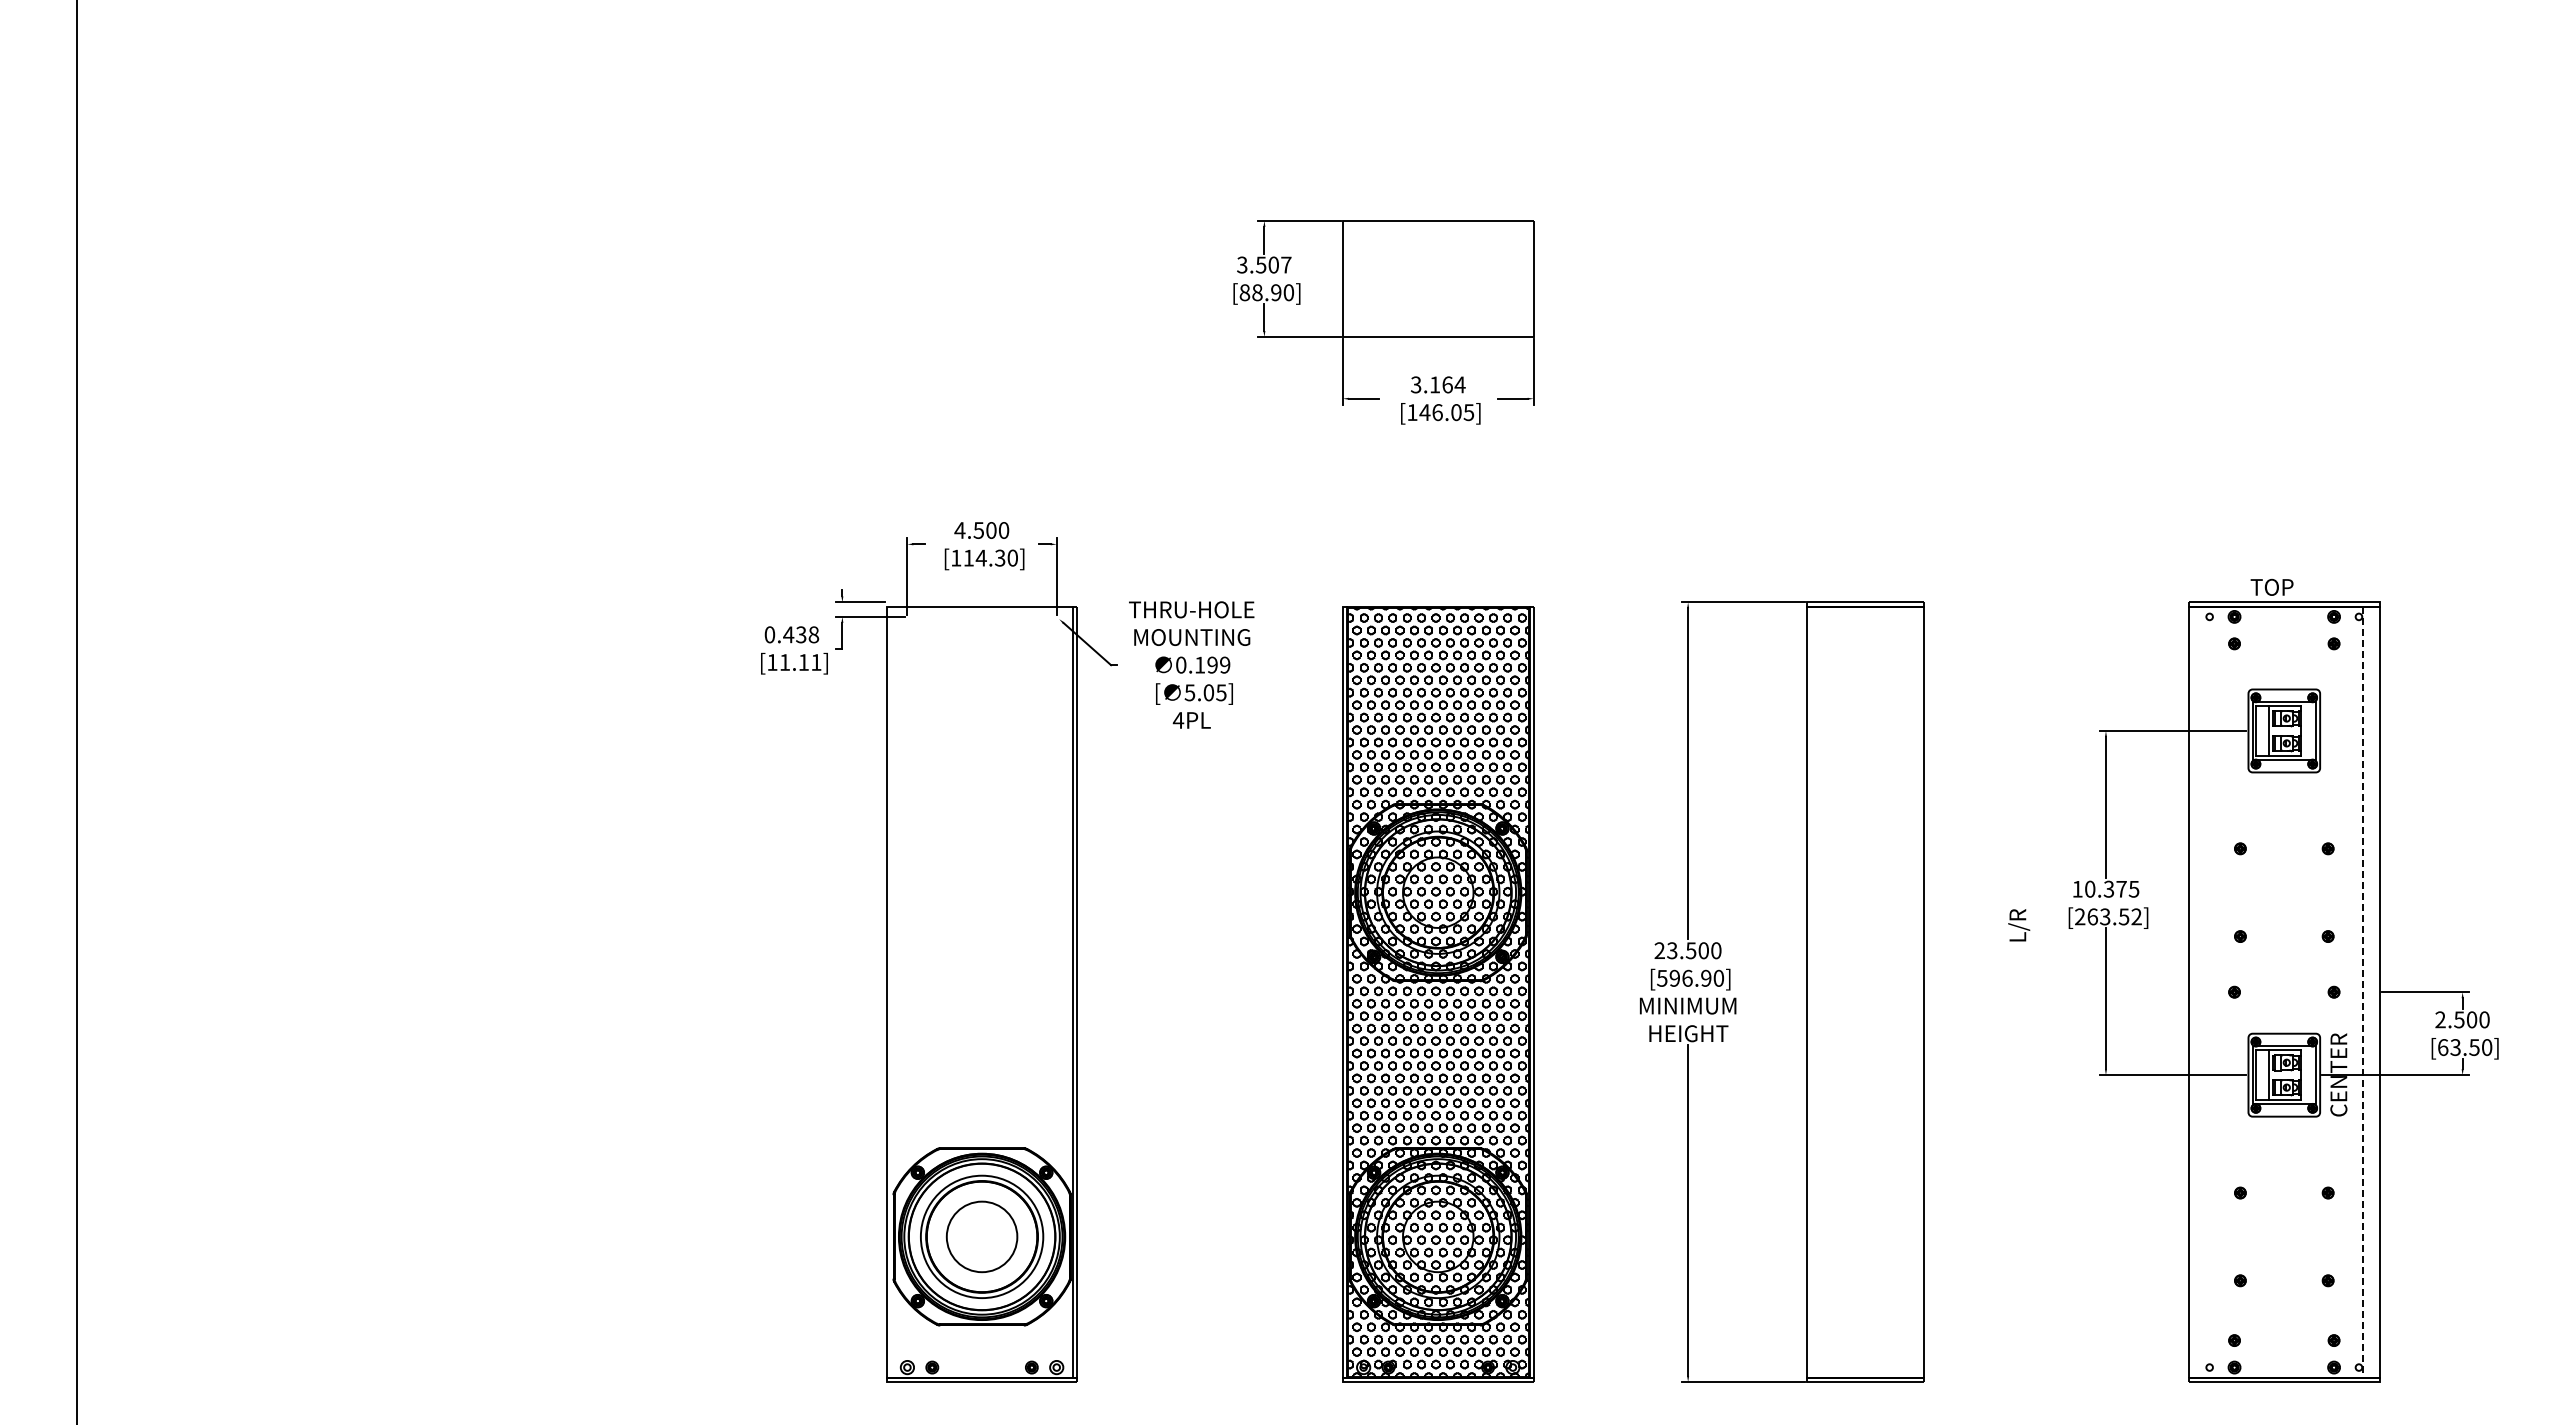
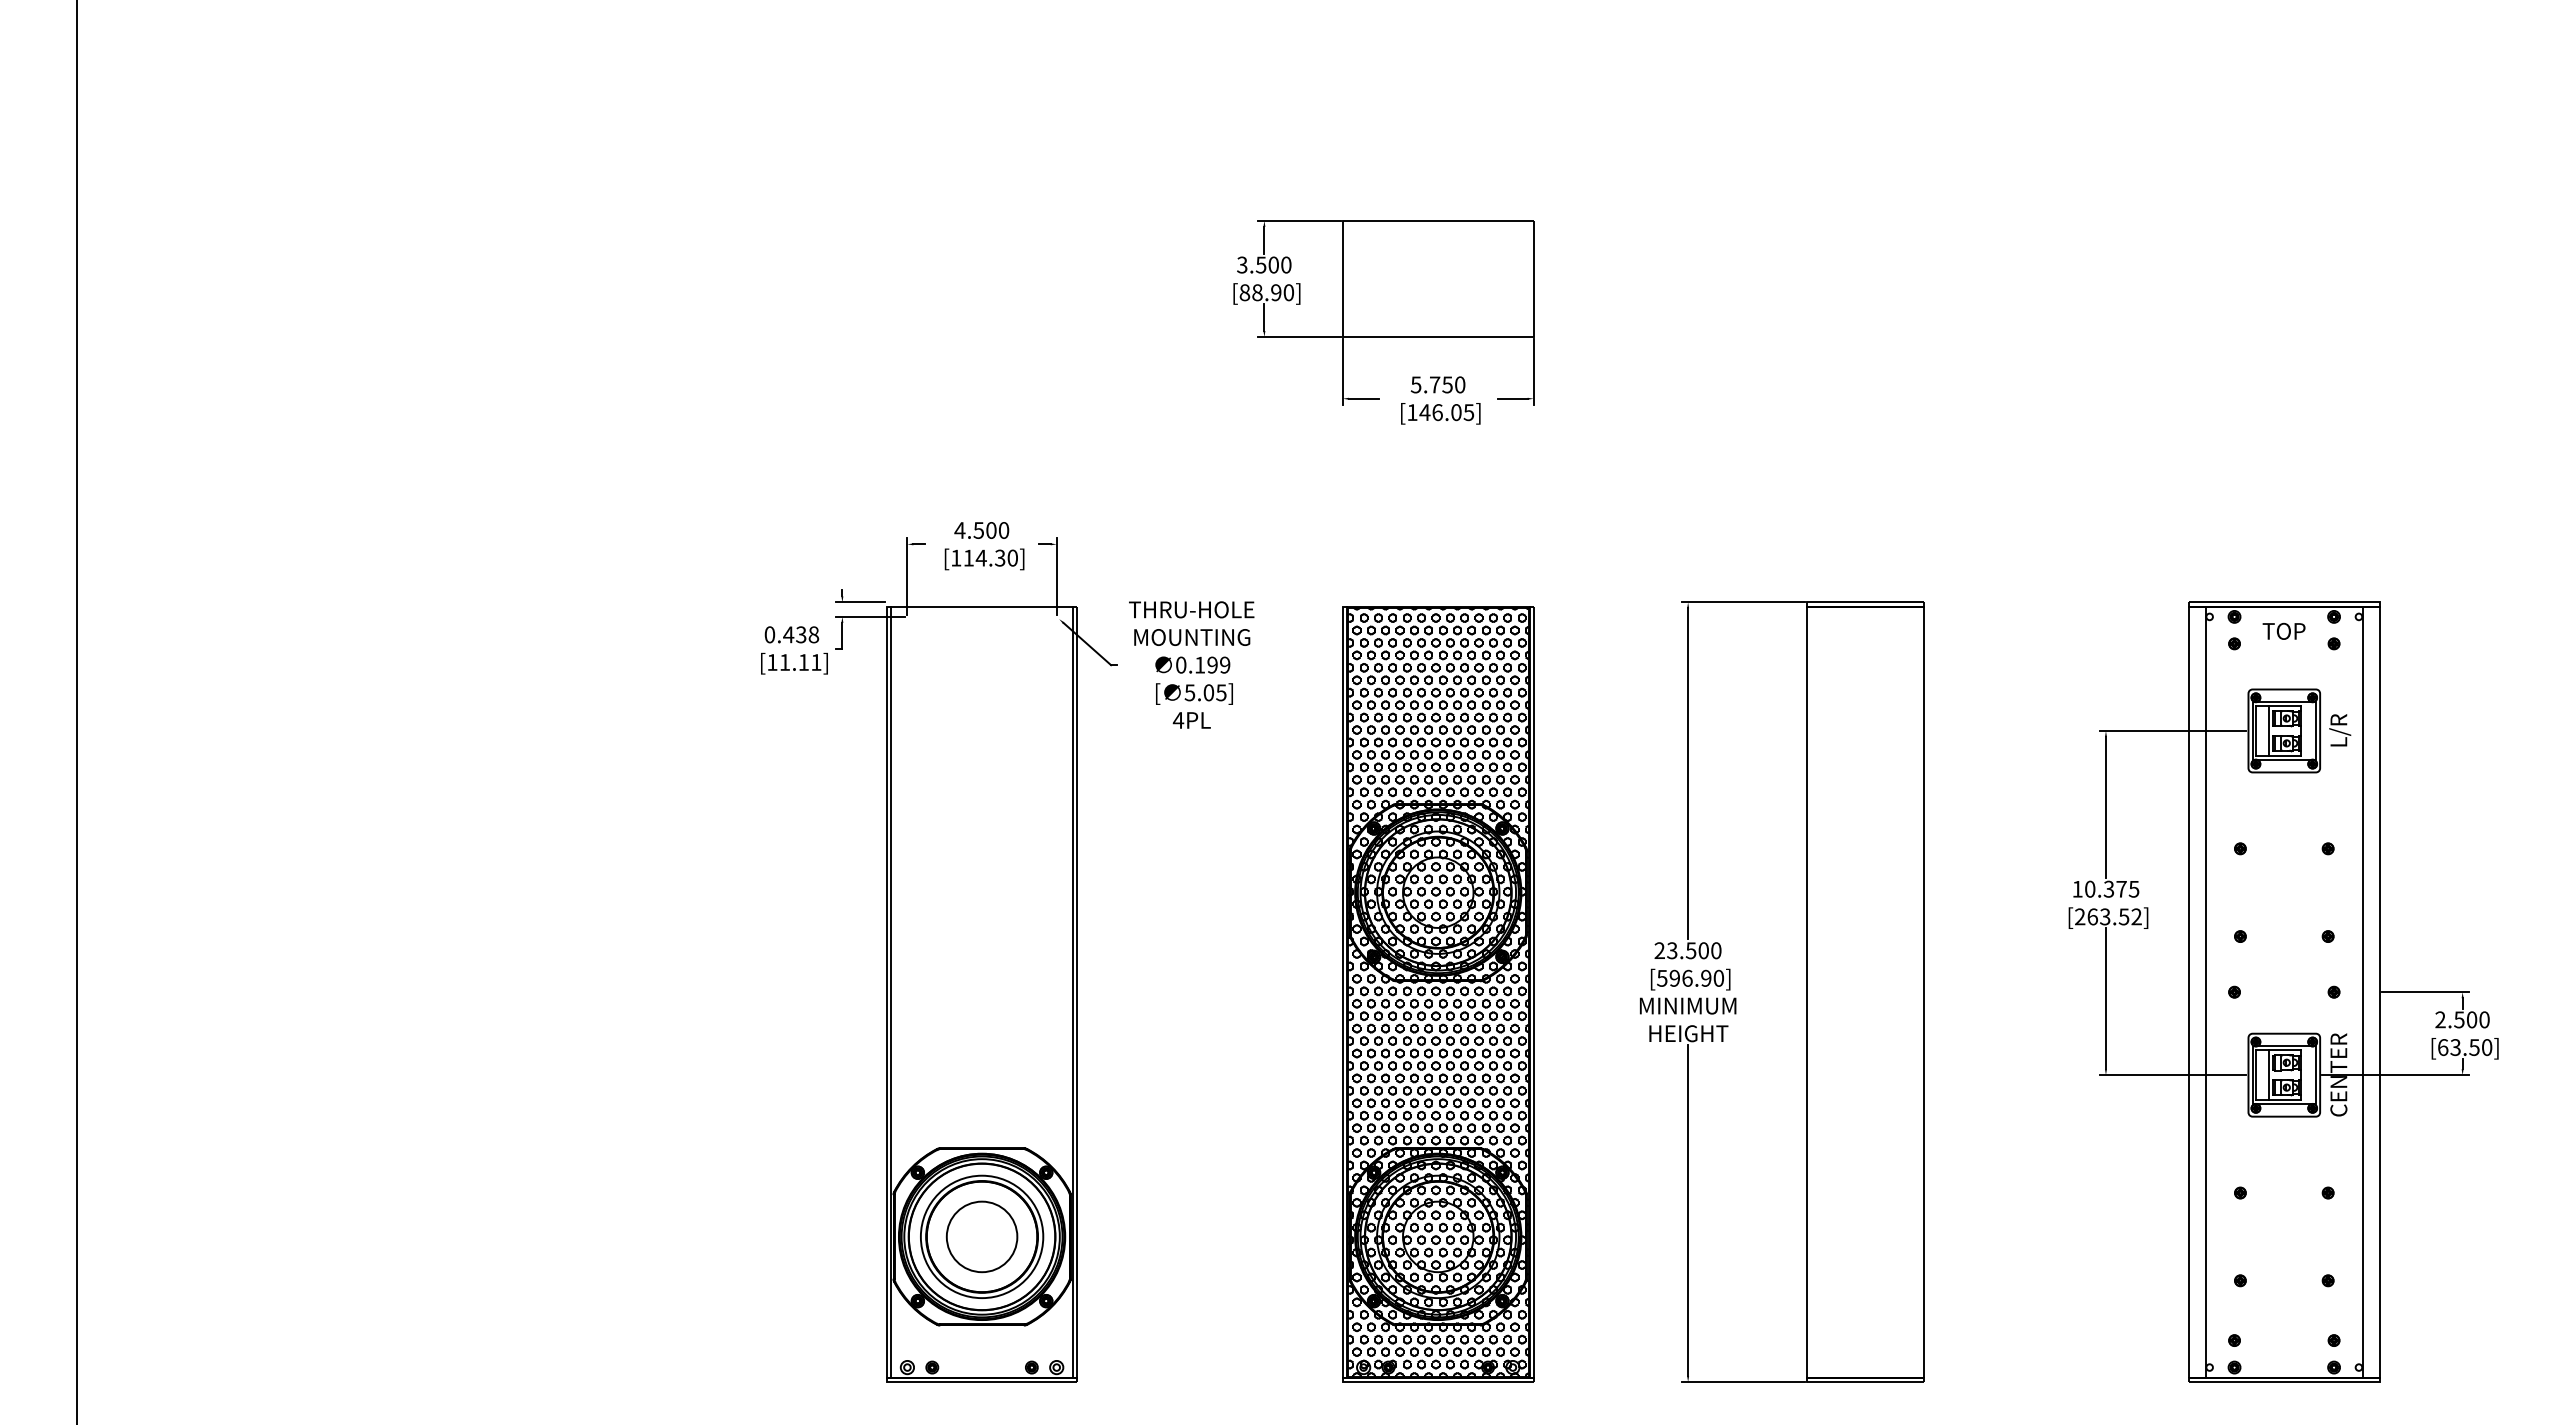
text at (1286, 264): 3.507 -> 3.500
text at (1438, 384): 3.164 -> 5.750
text at (2271, 586) position: (2271, 586) -> (2283, 630)
text at (2019, 925) position: (2019, 925) -> (2340, 730)
line at (890, 991): none -> present
line at (2205, 991): none -> present
line at (2363, 992): dashed -> solid
